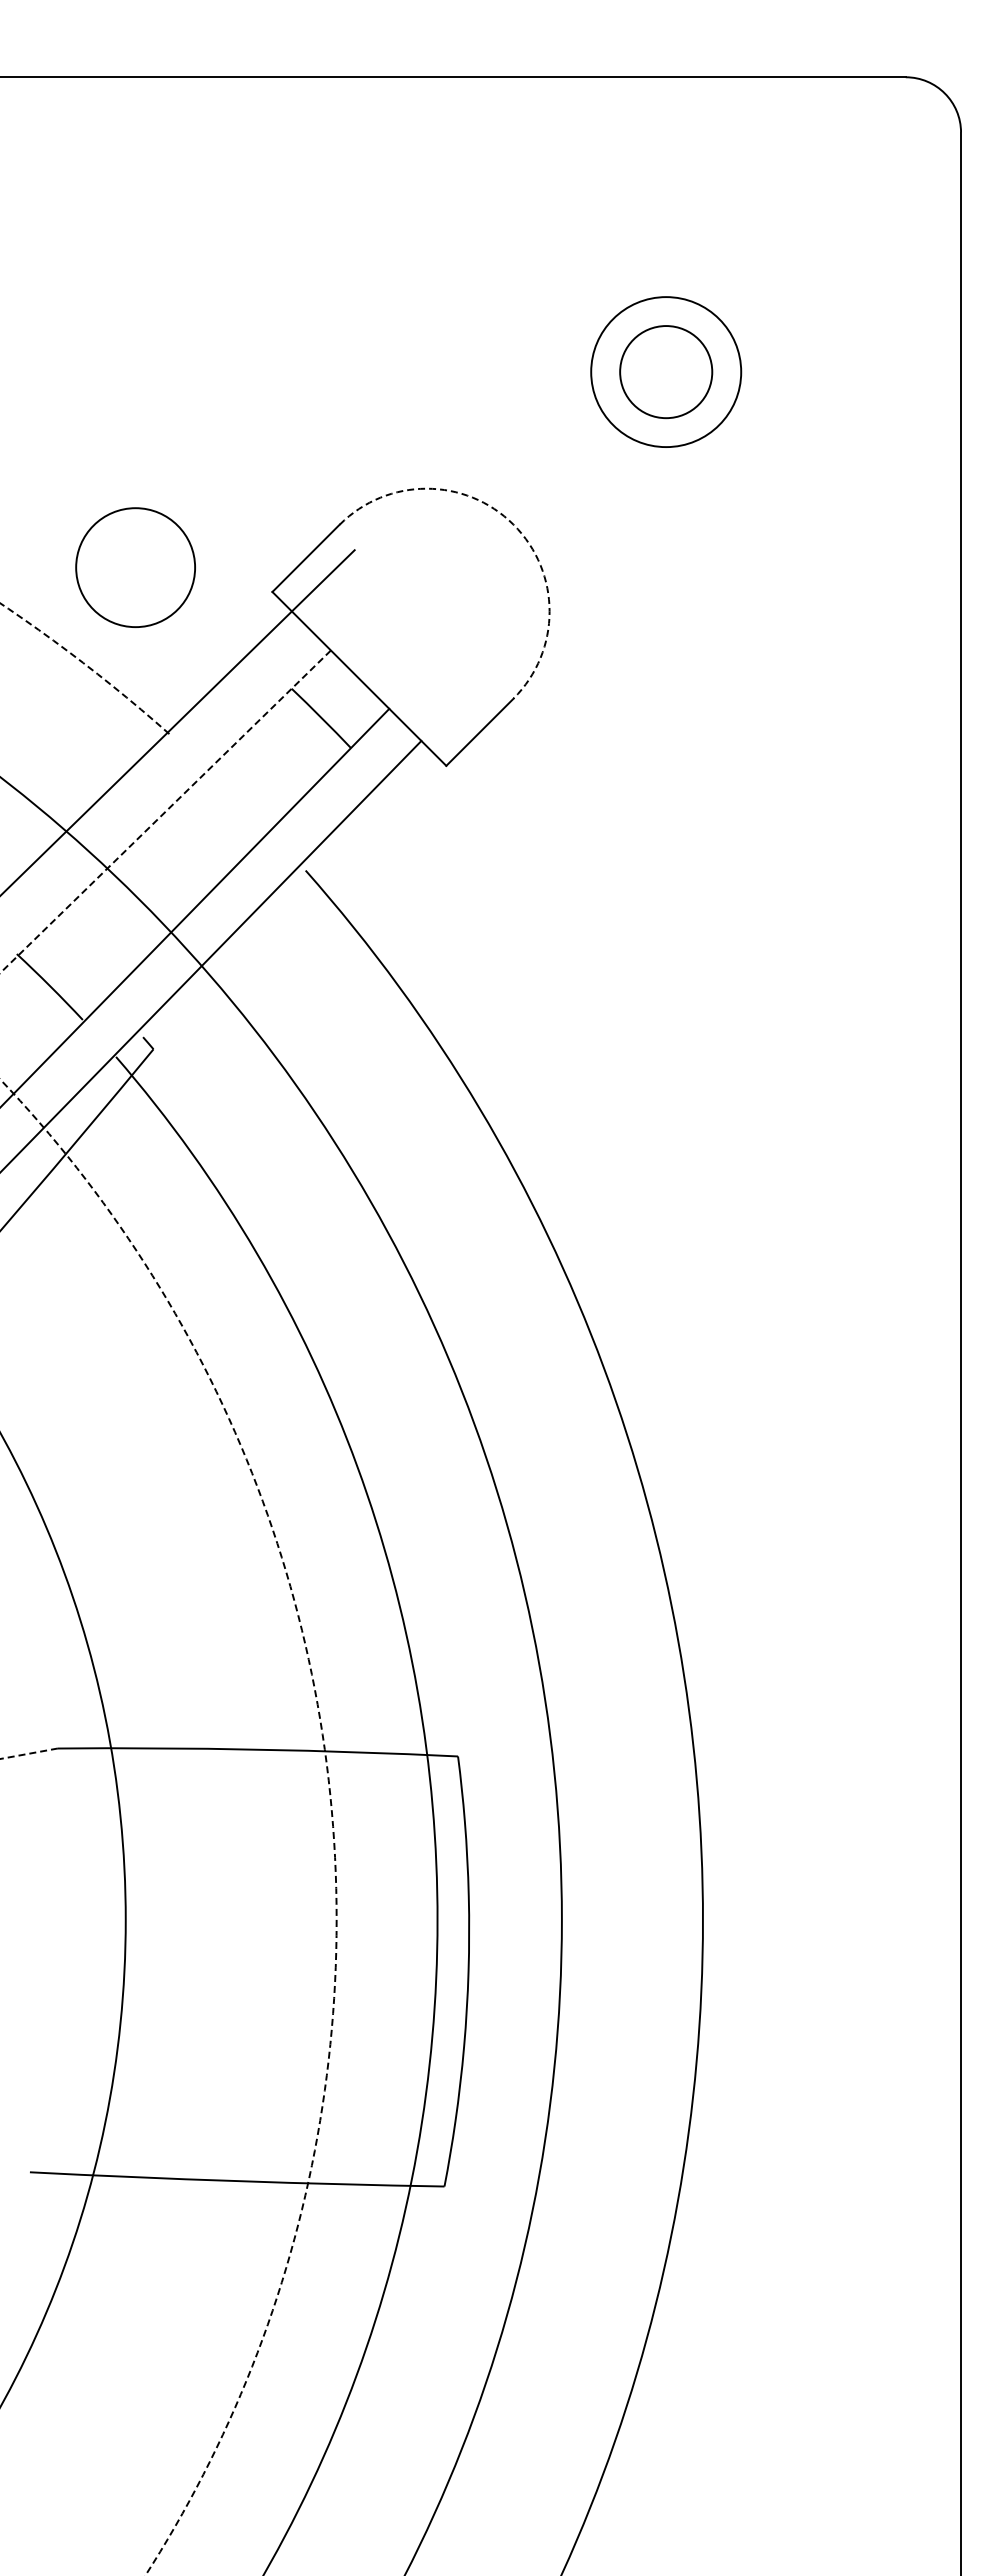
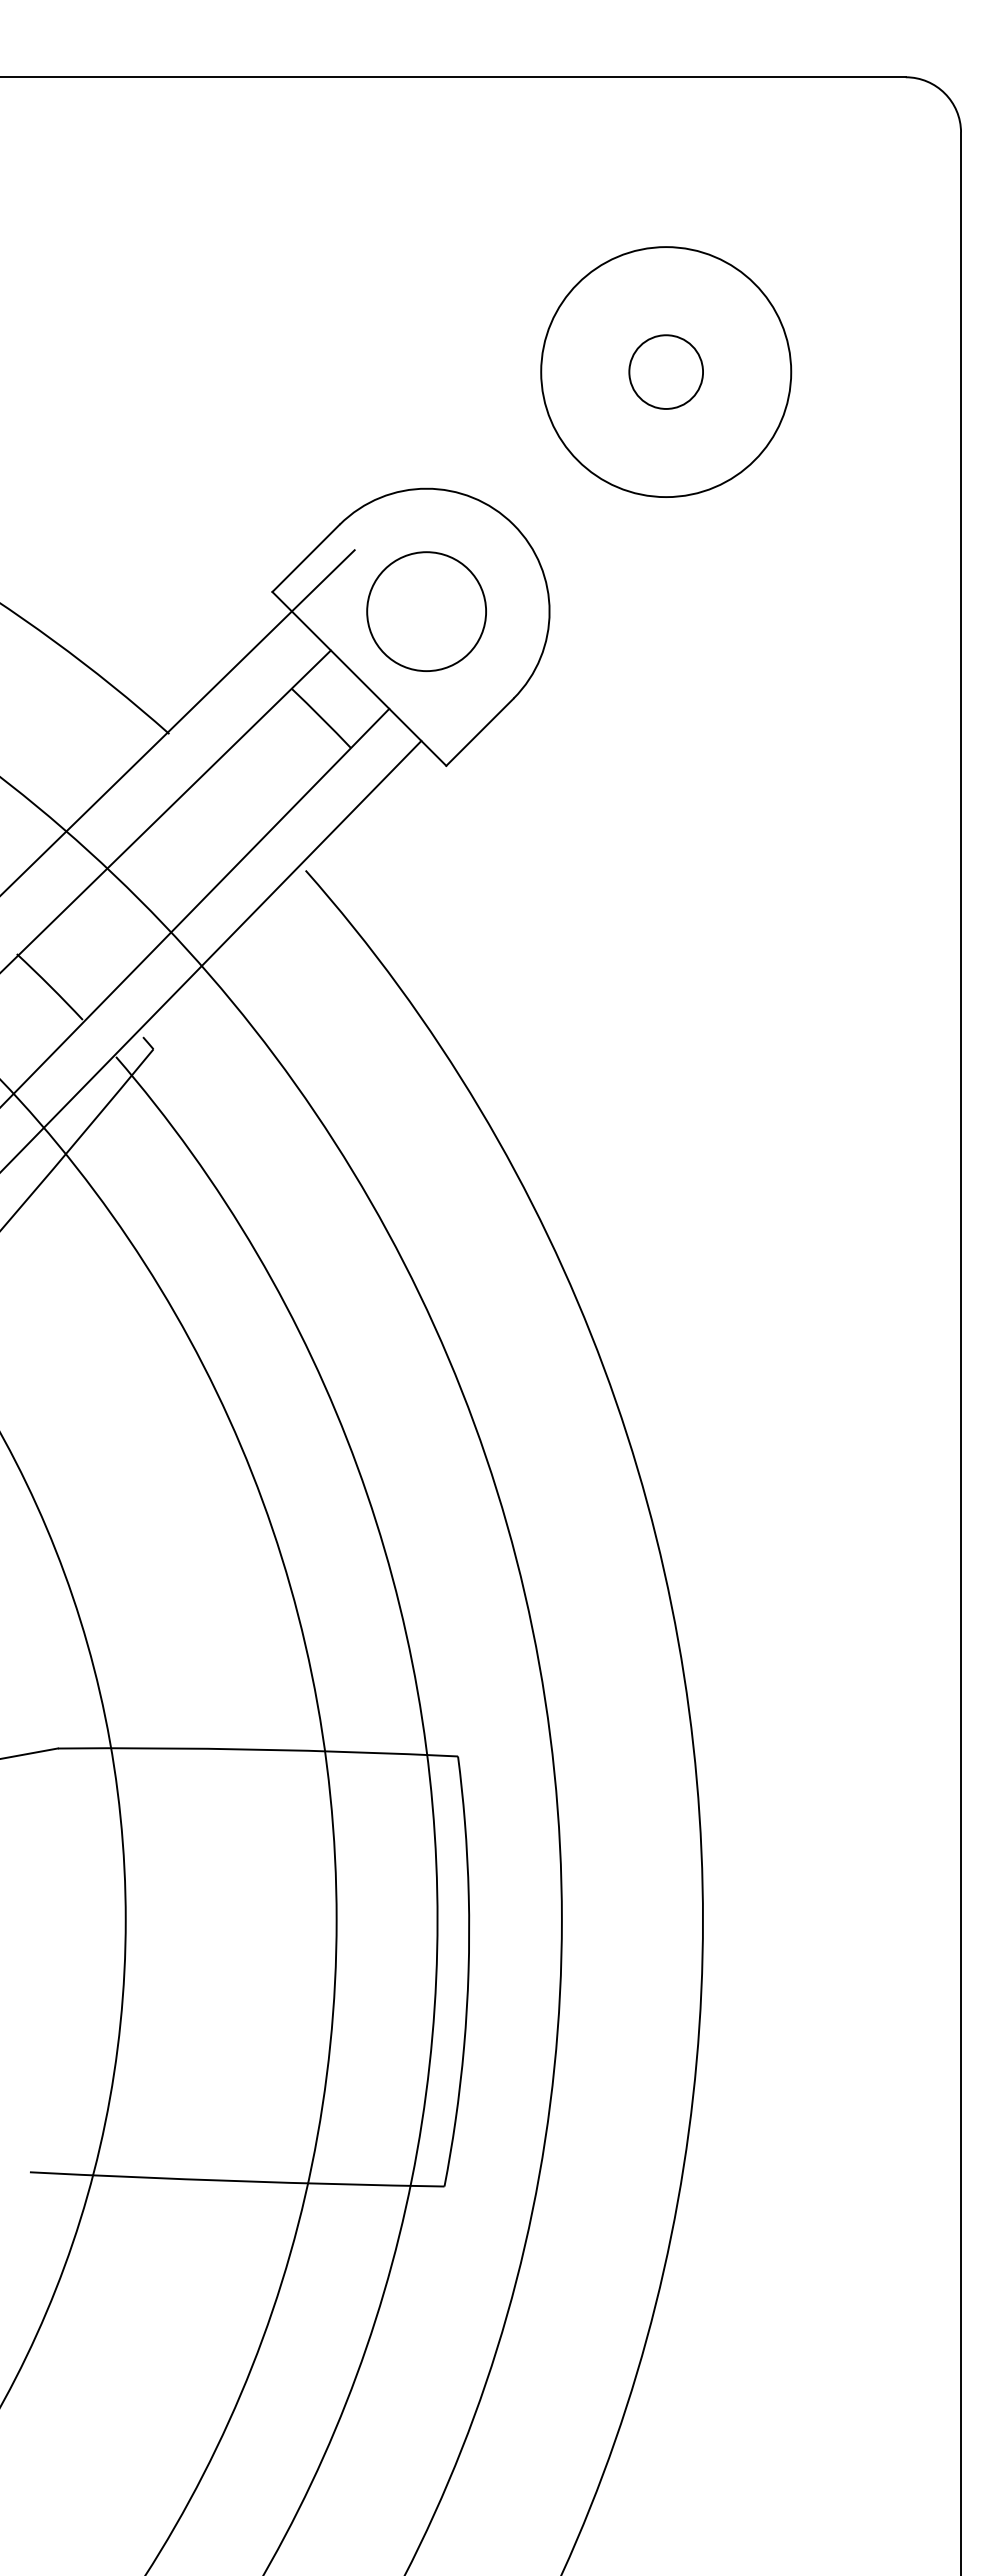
circle at (666, 372) diameter: 150 px -> 250 px
circle at (666, 372) diameter: 92 px -> 74 px
arc at (513, 524): dashed -> solid
circle at (135, 567) position: (135, 567) -> (426, 611)
arc at (87, 665): dashed -> solid
line at (165, 811): dashed -> solid
line at (29, 1753): dashed -> solid
circle at (168, 1827): dashed -> solid
